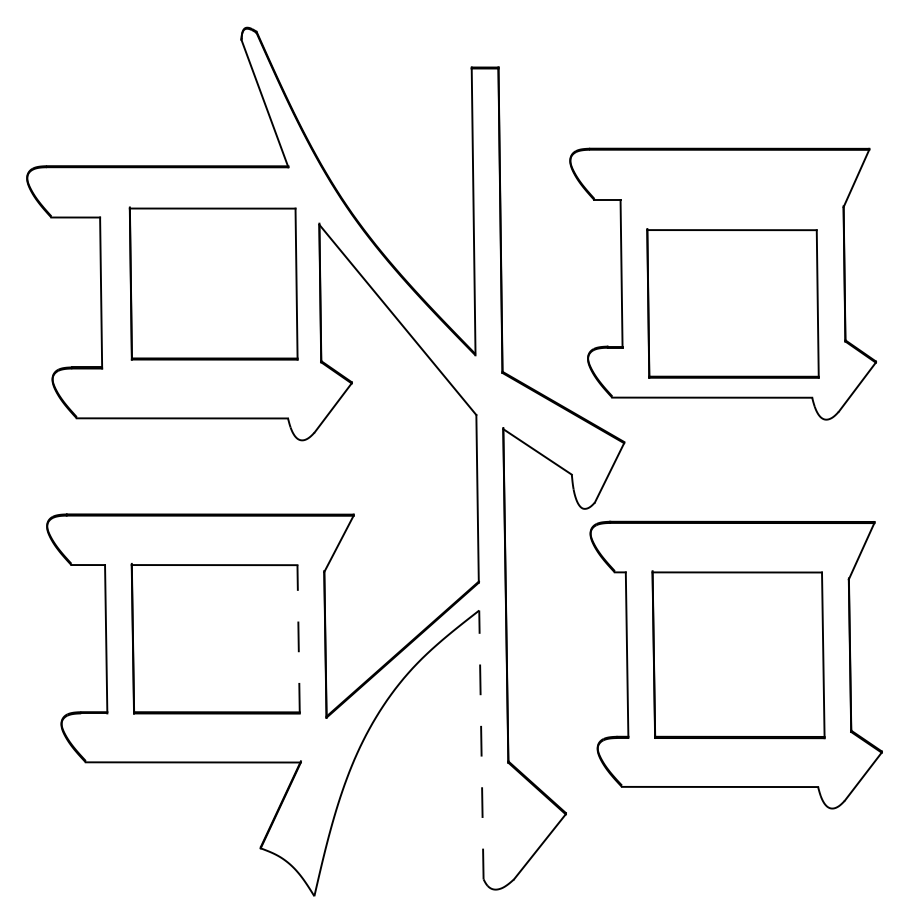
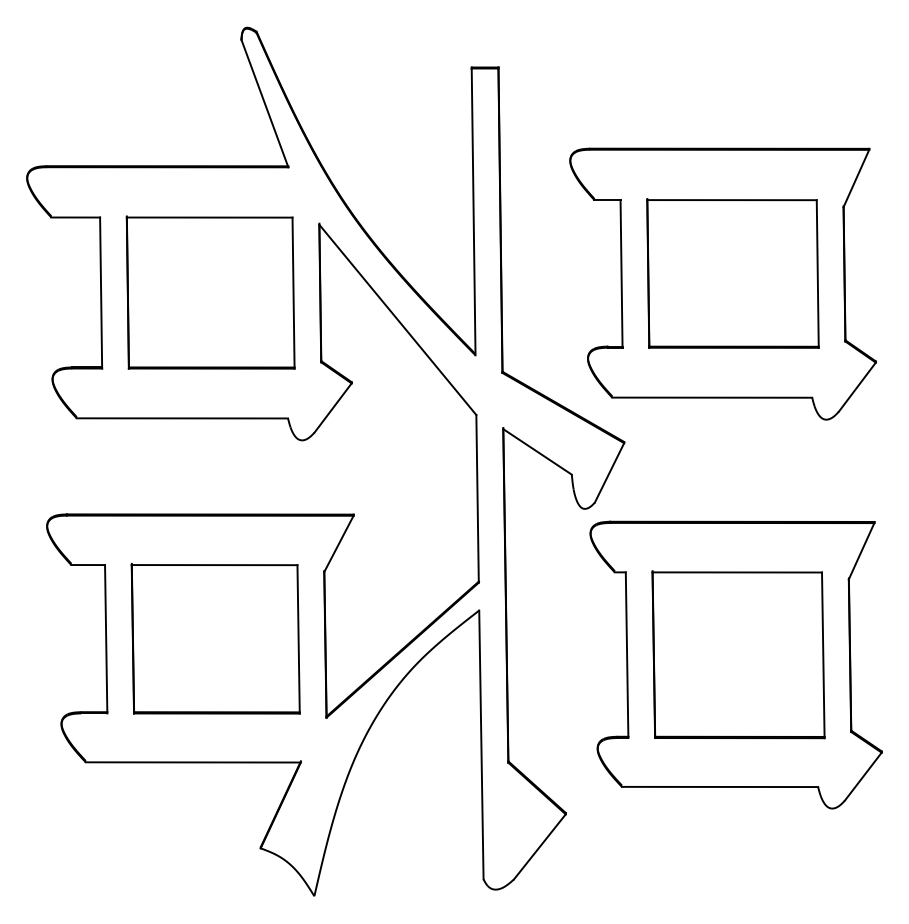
part at (213, 283) position: (213, 283) -> (210, 292)
part at (732, 303) position: (732, 303) -> (732, 273)
line at (298, 638): dashed -> solid
line at (481, 744): dashed -> solid
